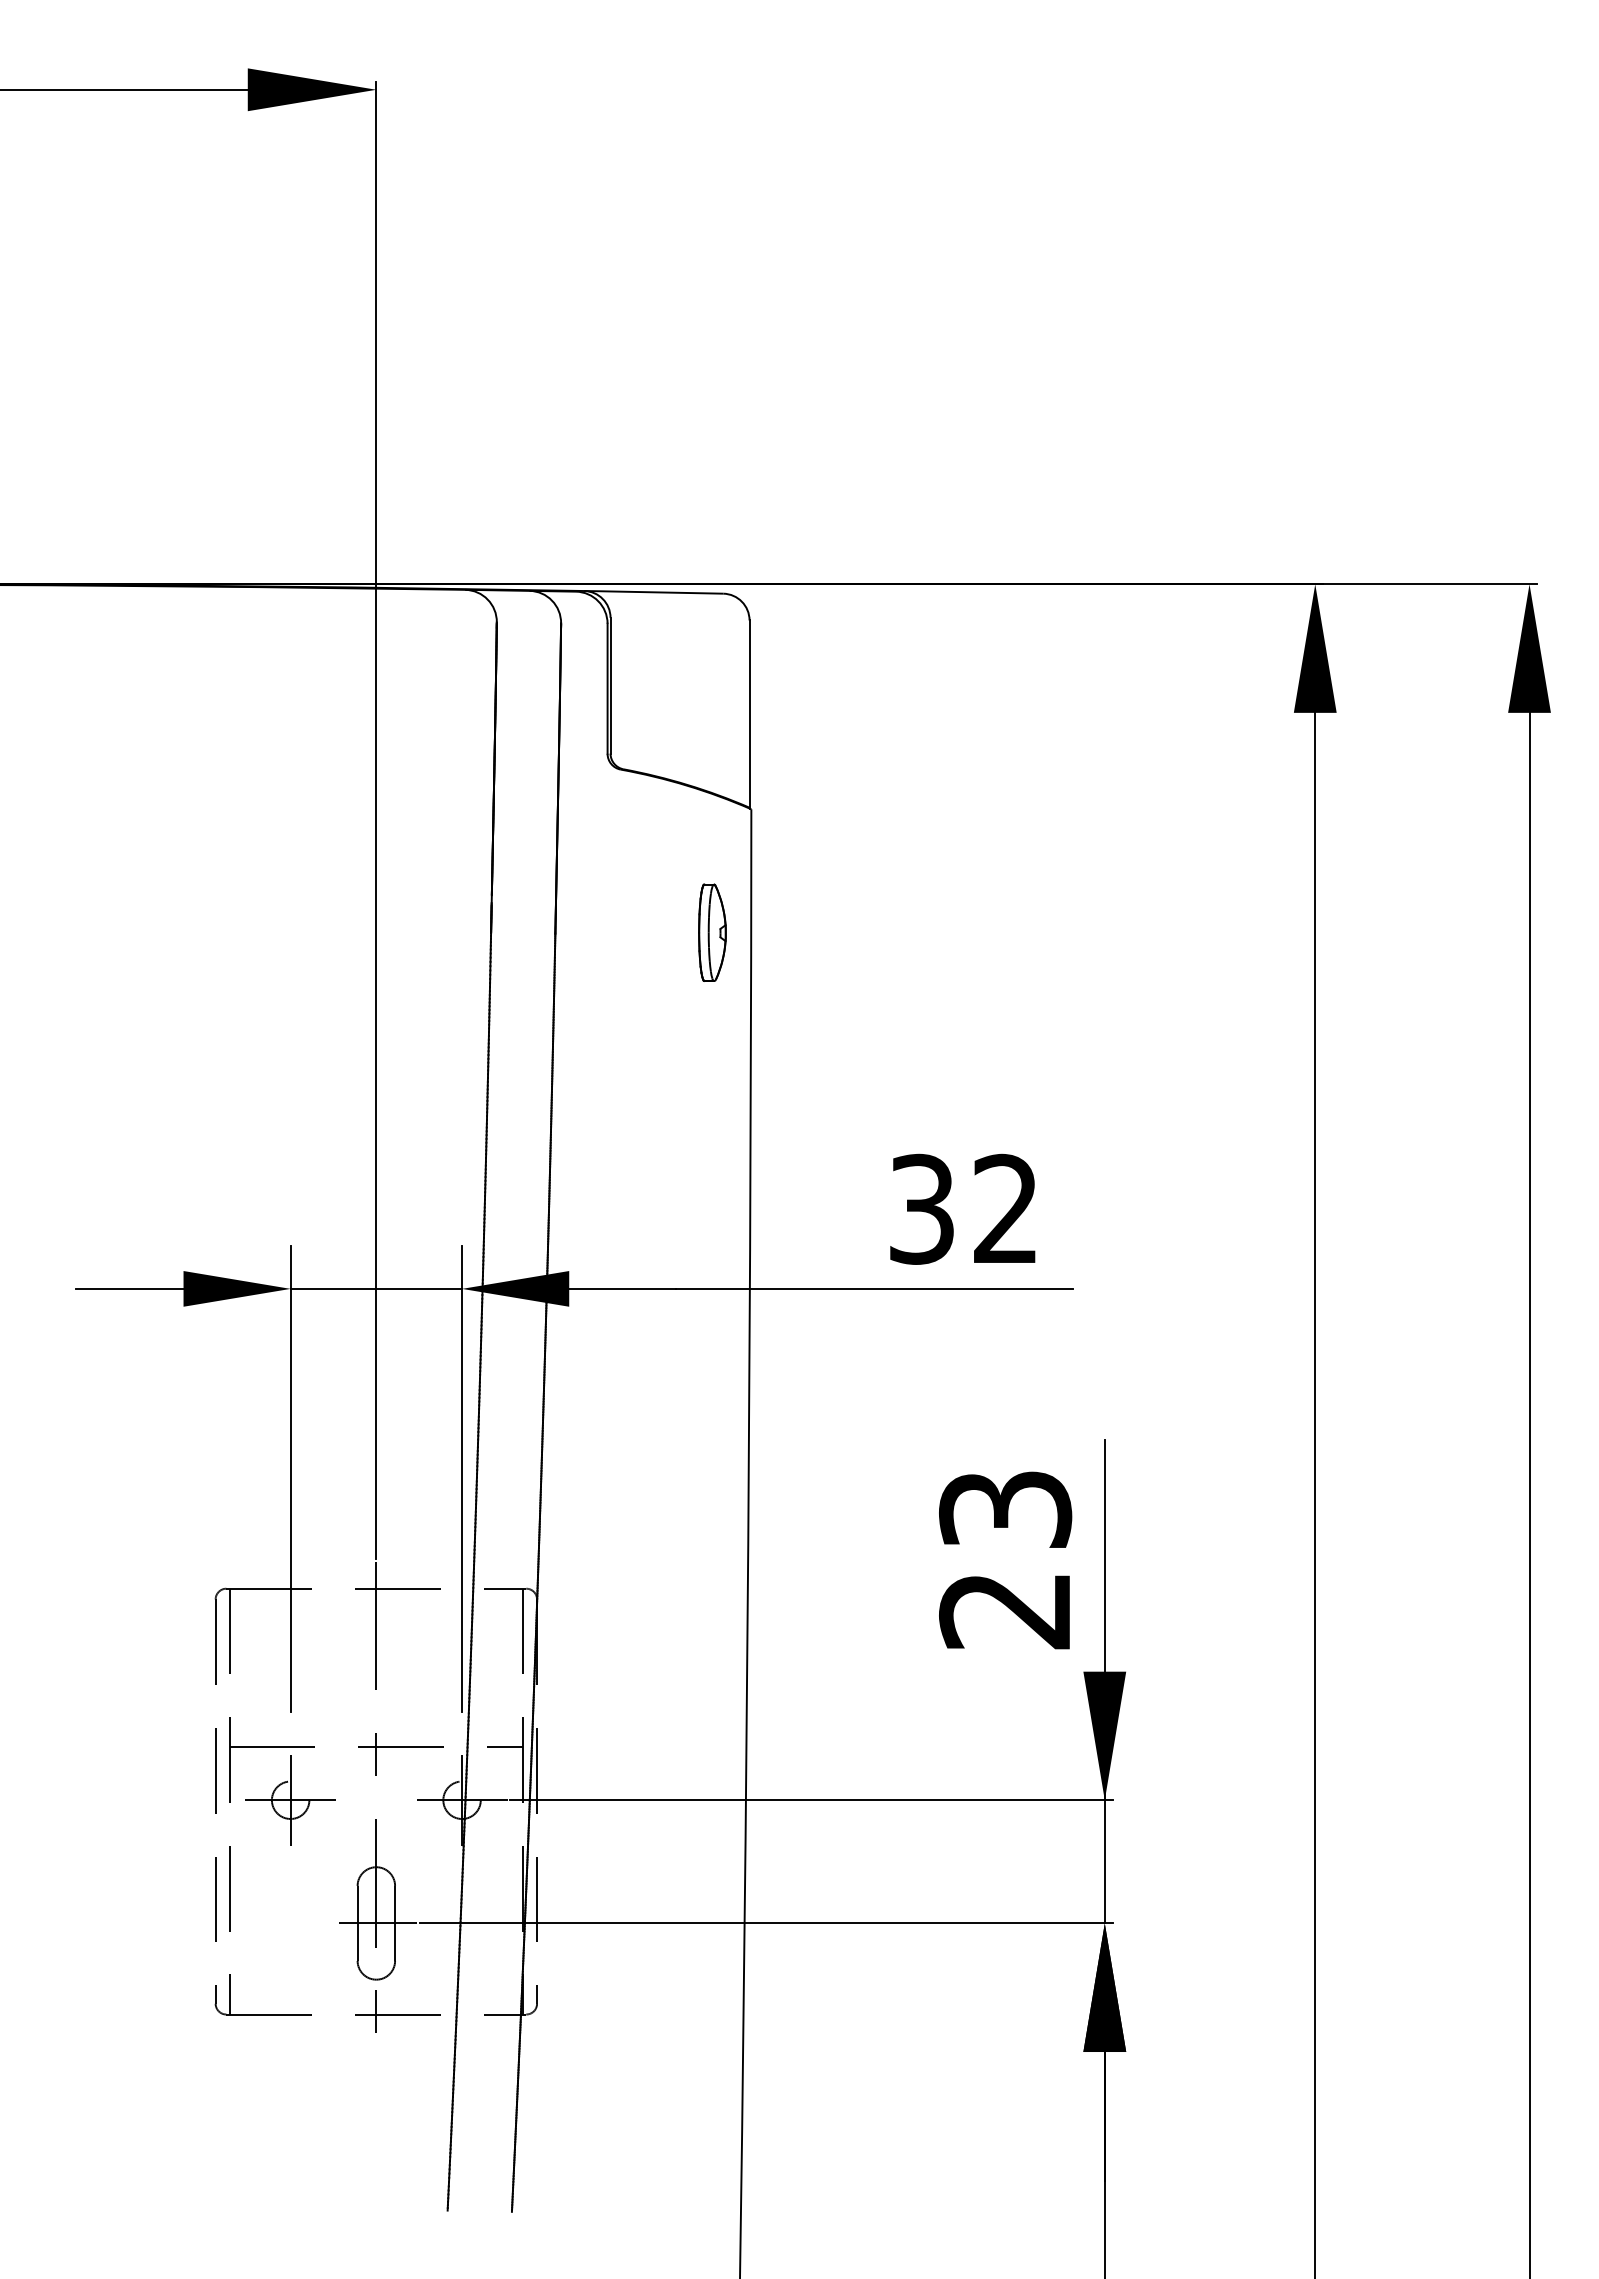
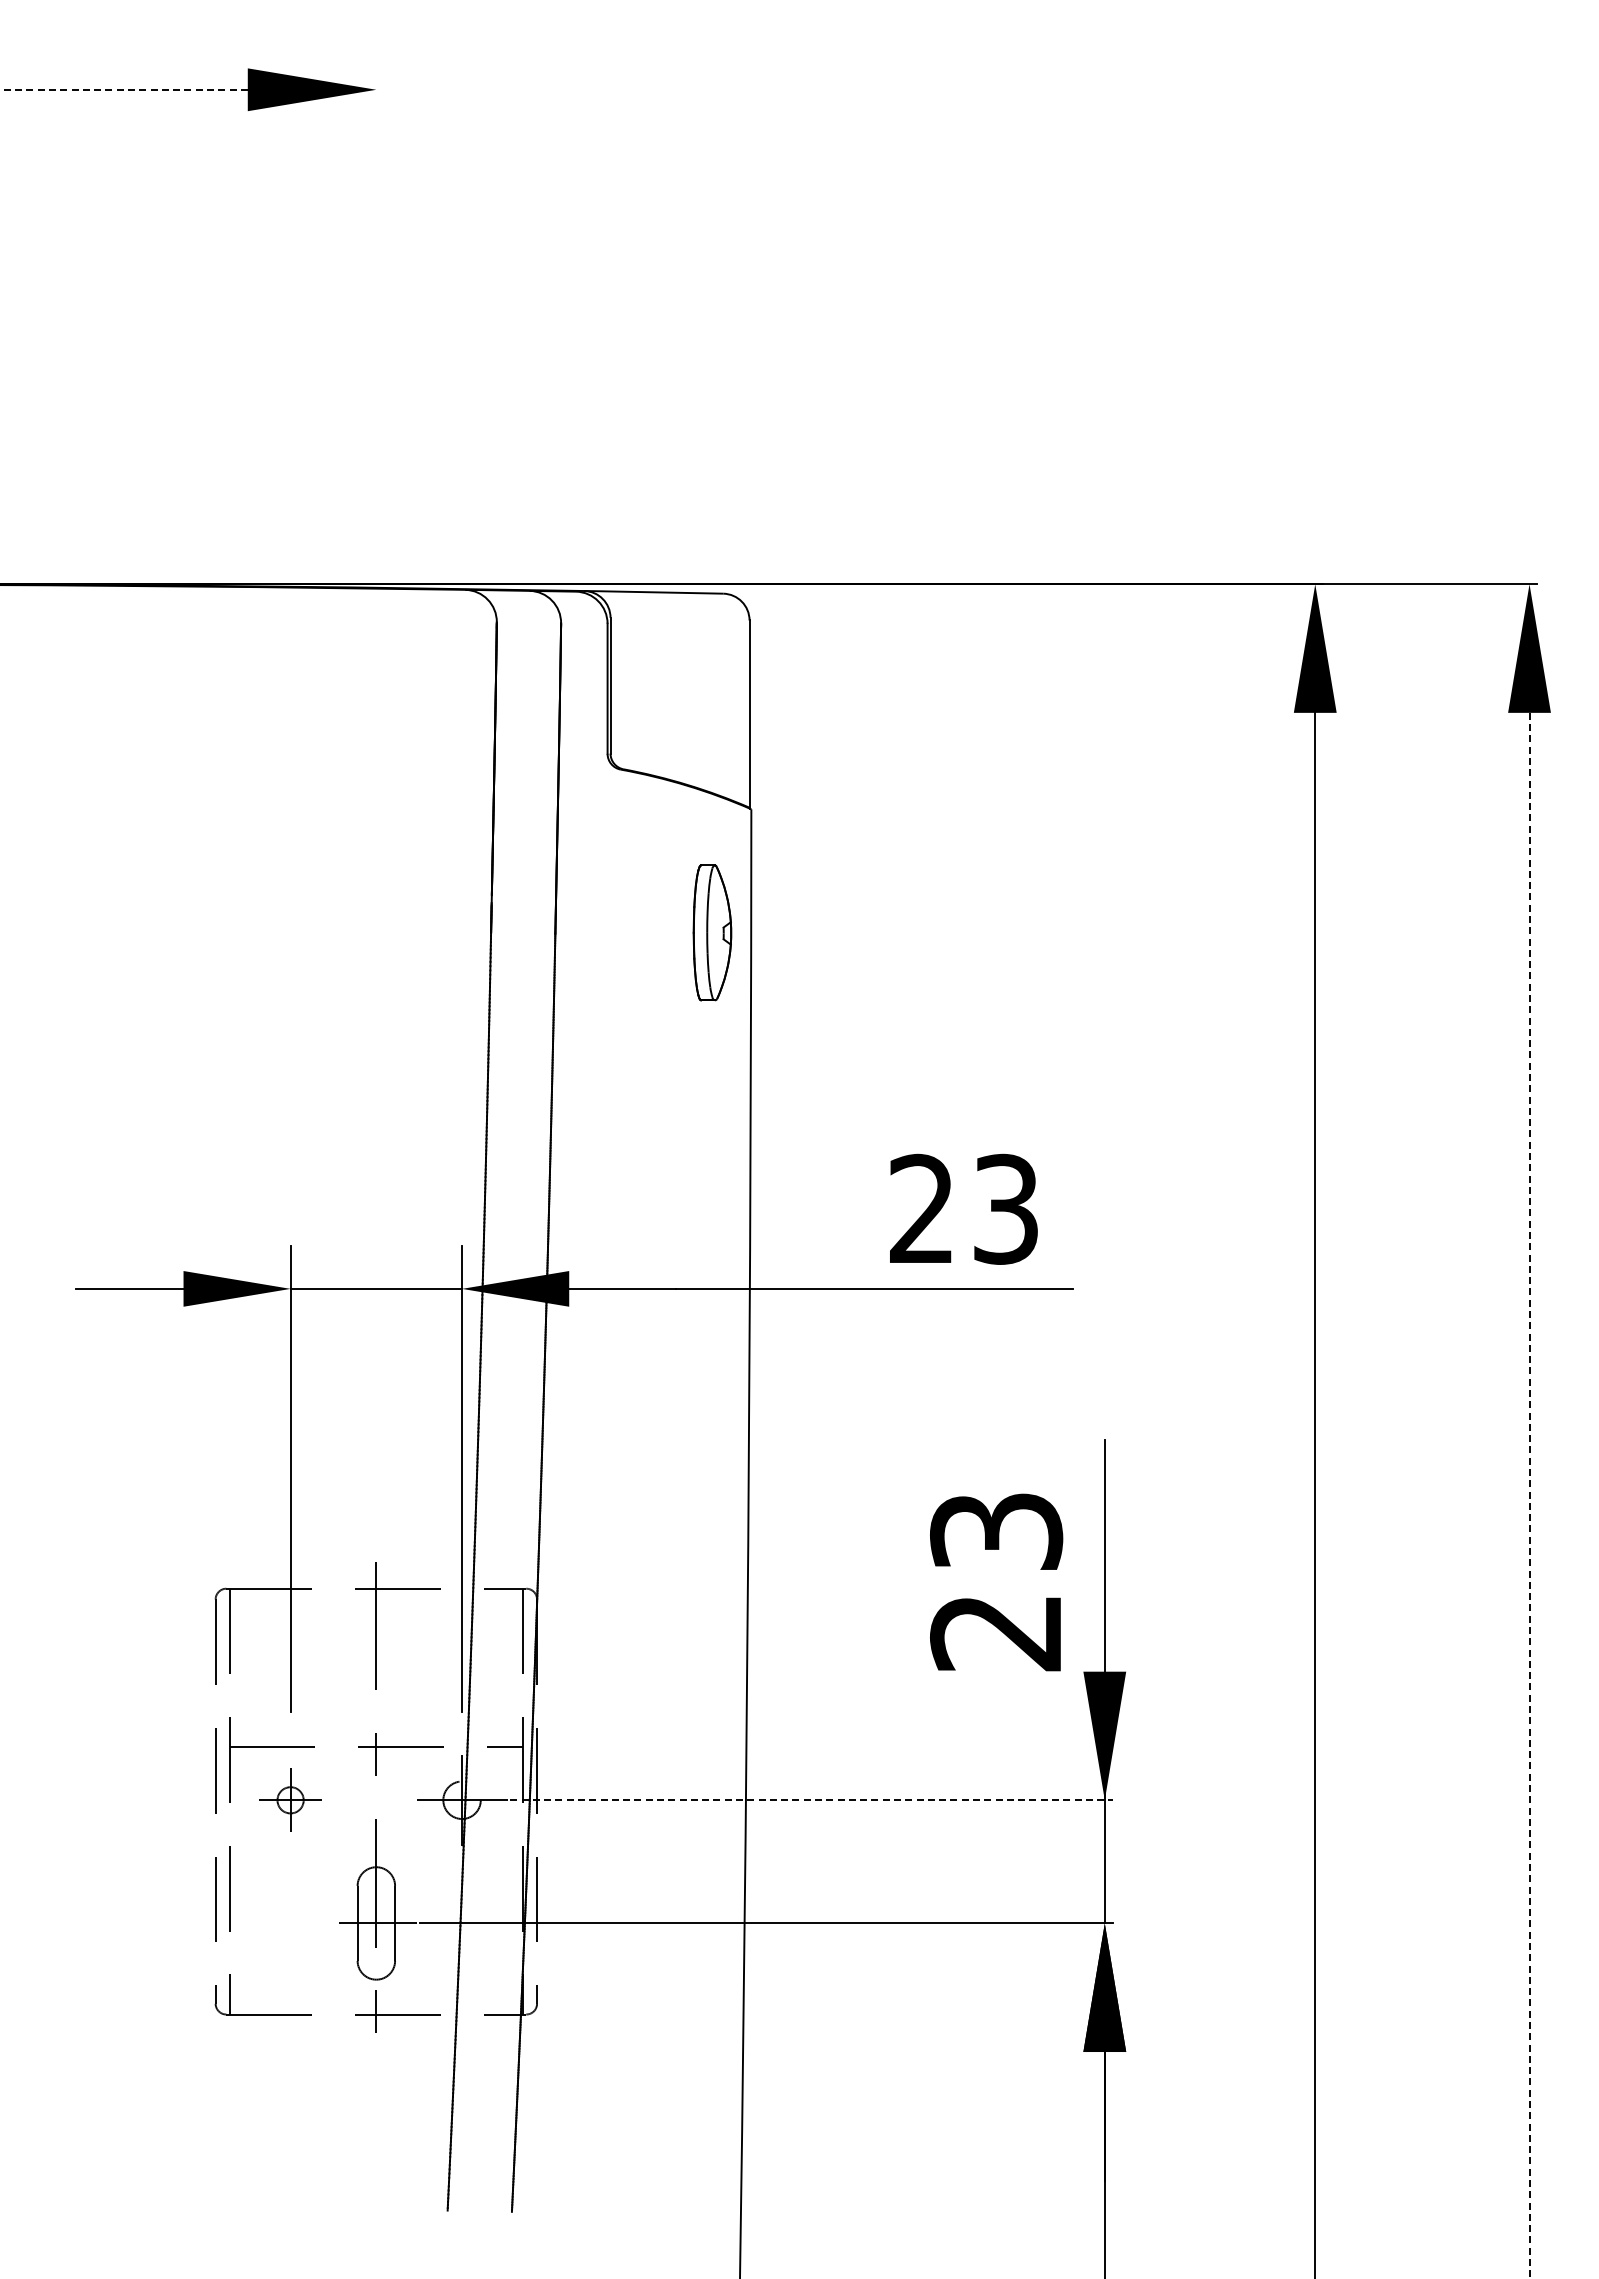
line at (123, 89): solid -> dashed
line at (376, 820): present -> none
part at (712, 932) size: 29x99 px -> 41x138 px
text at (963, 1209): 32 -> 23
line at (1529, 1495): solid -> dashed
text at (1005, 1560) position: (1005, 1560) -> (996, 1582)
part at (290, 1800) size: 91x91 px -> 63x64 px
line at (811, 1800): solid -> dashed
